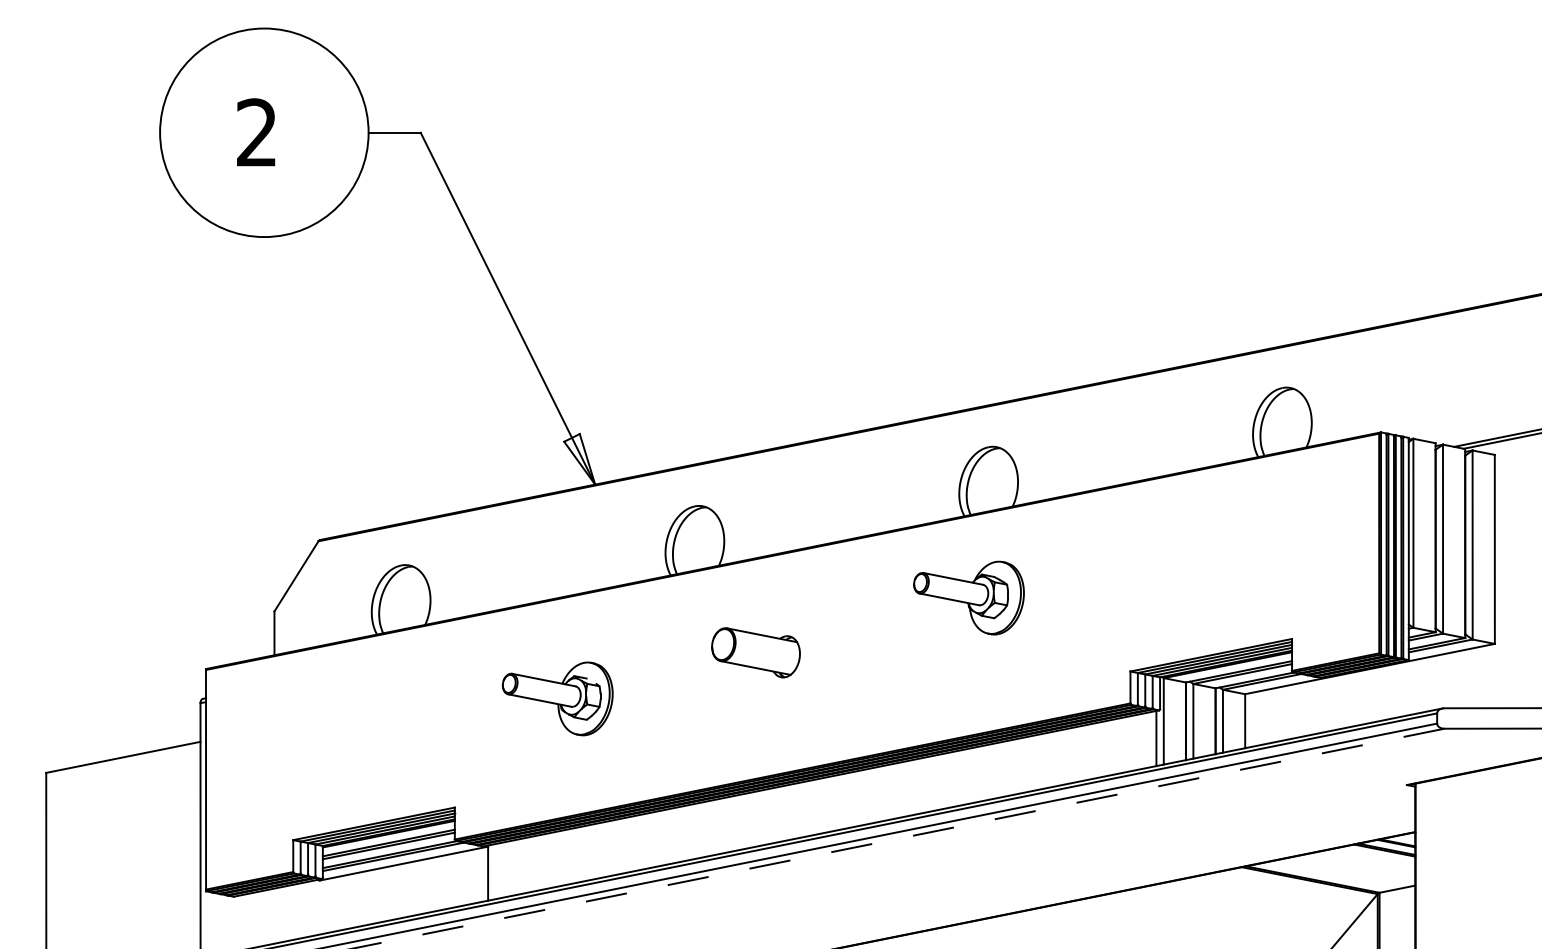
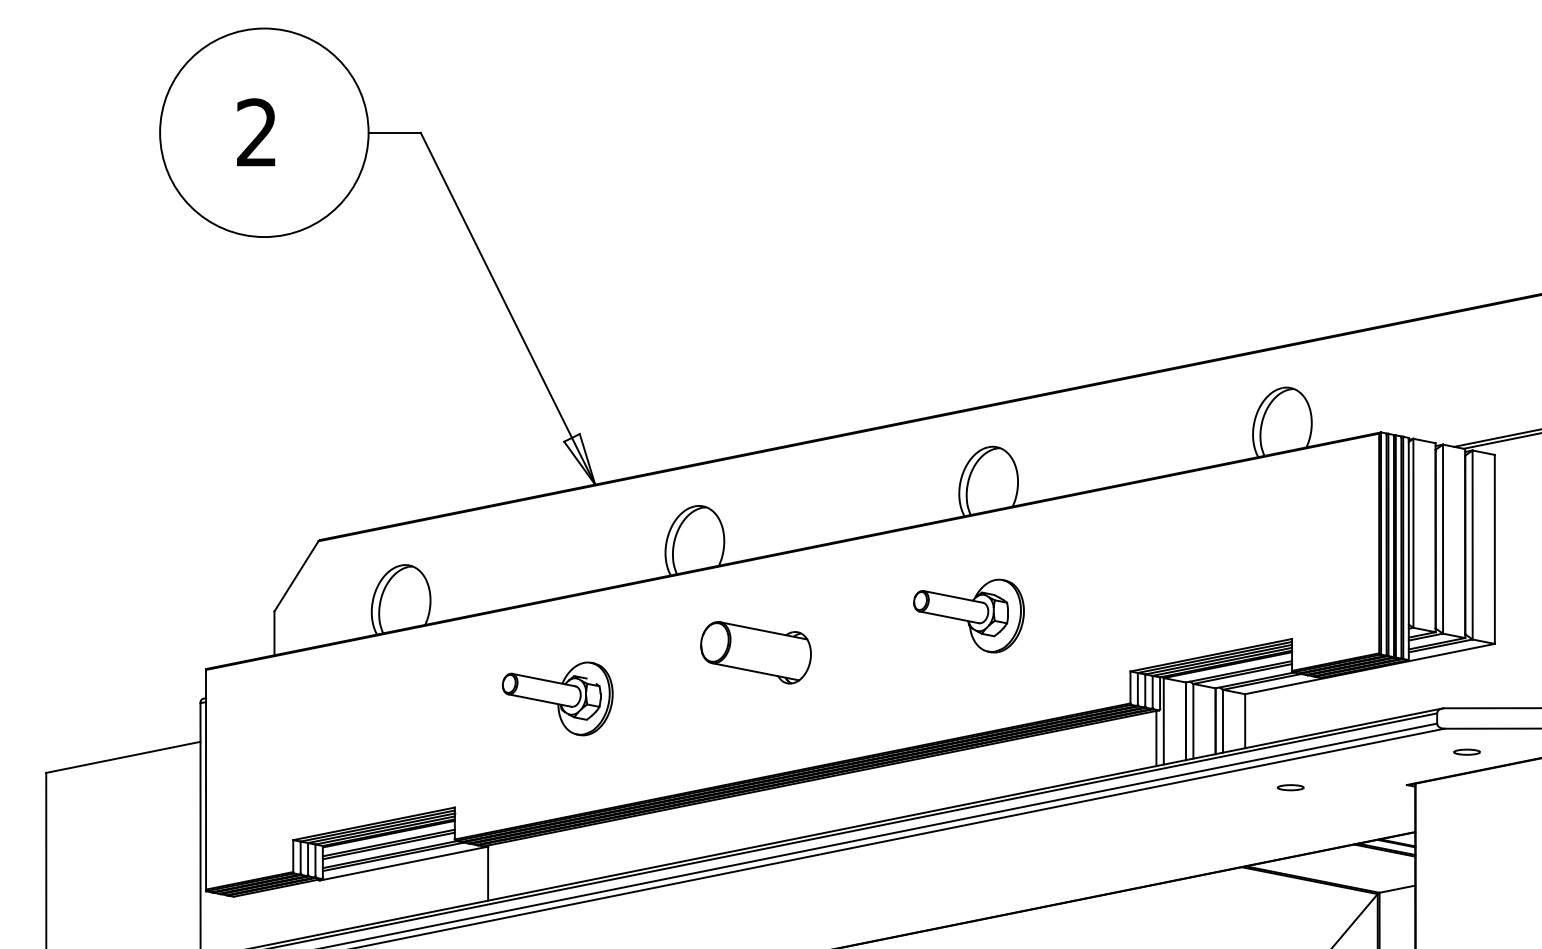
part at (968, 597) position: (968, 597) -> (968, 615)
part at (755, 652) size: 90x52 px -> 112x64 px
part at (1466, 751): none -> present
part at (1290, 787): none -> present
line at (897, 838): dashed -> solid
